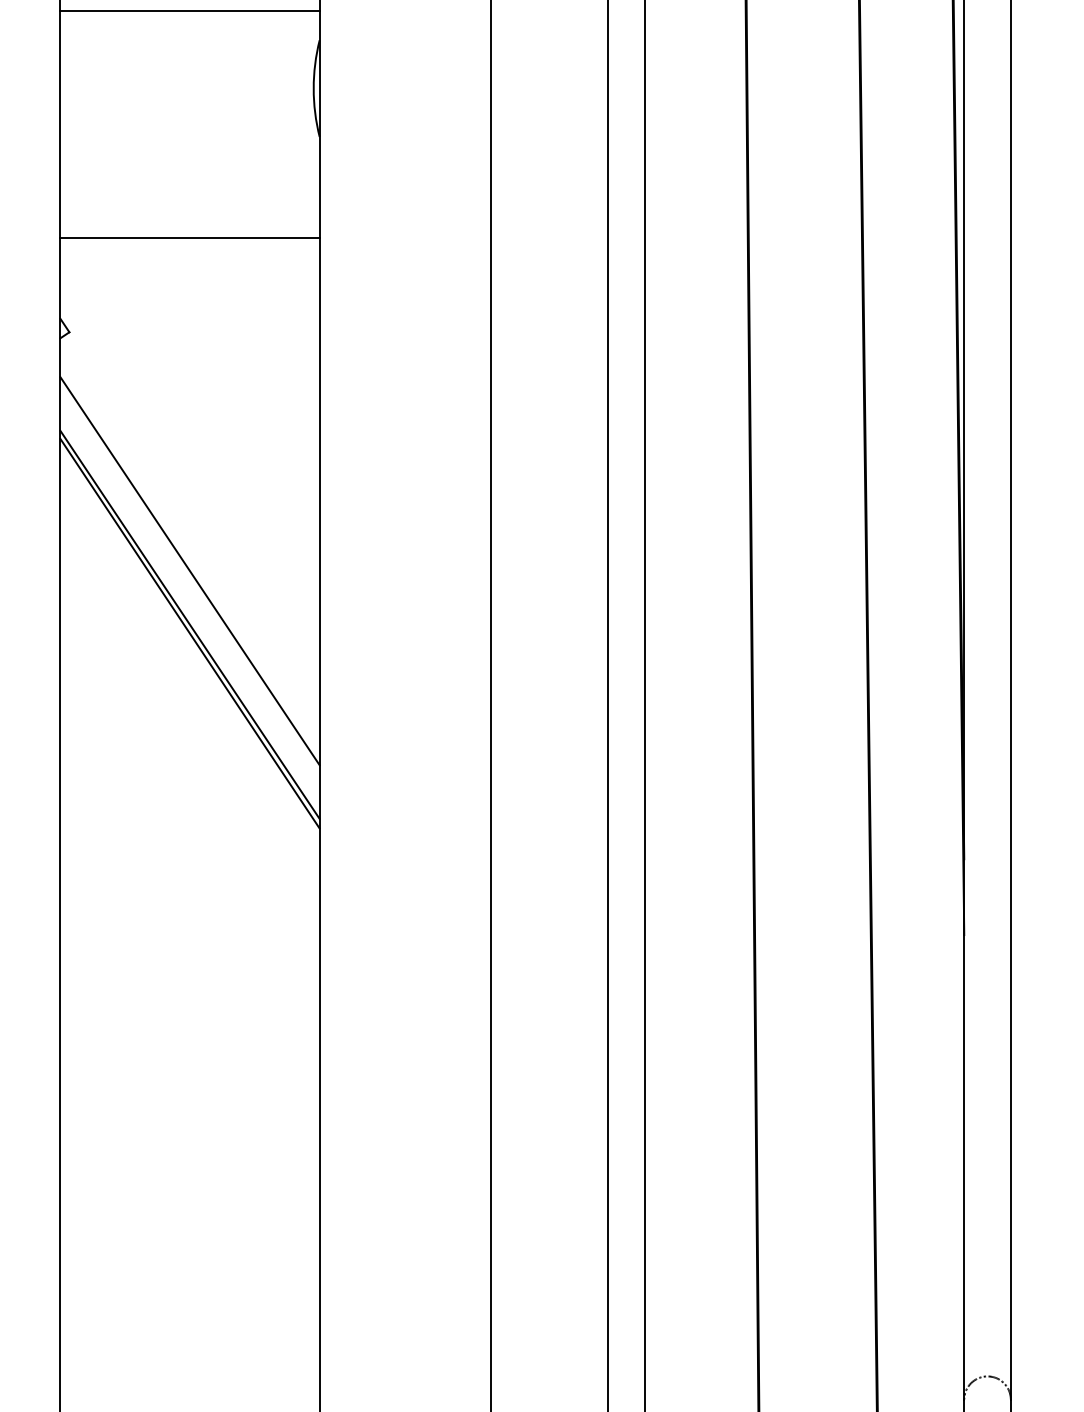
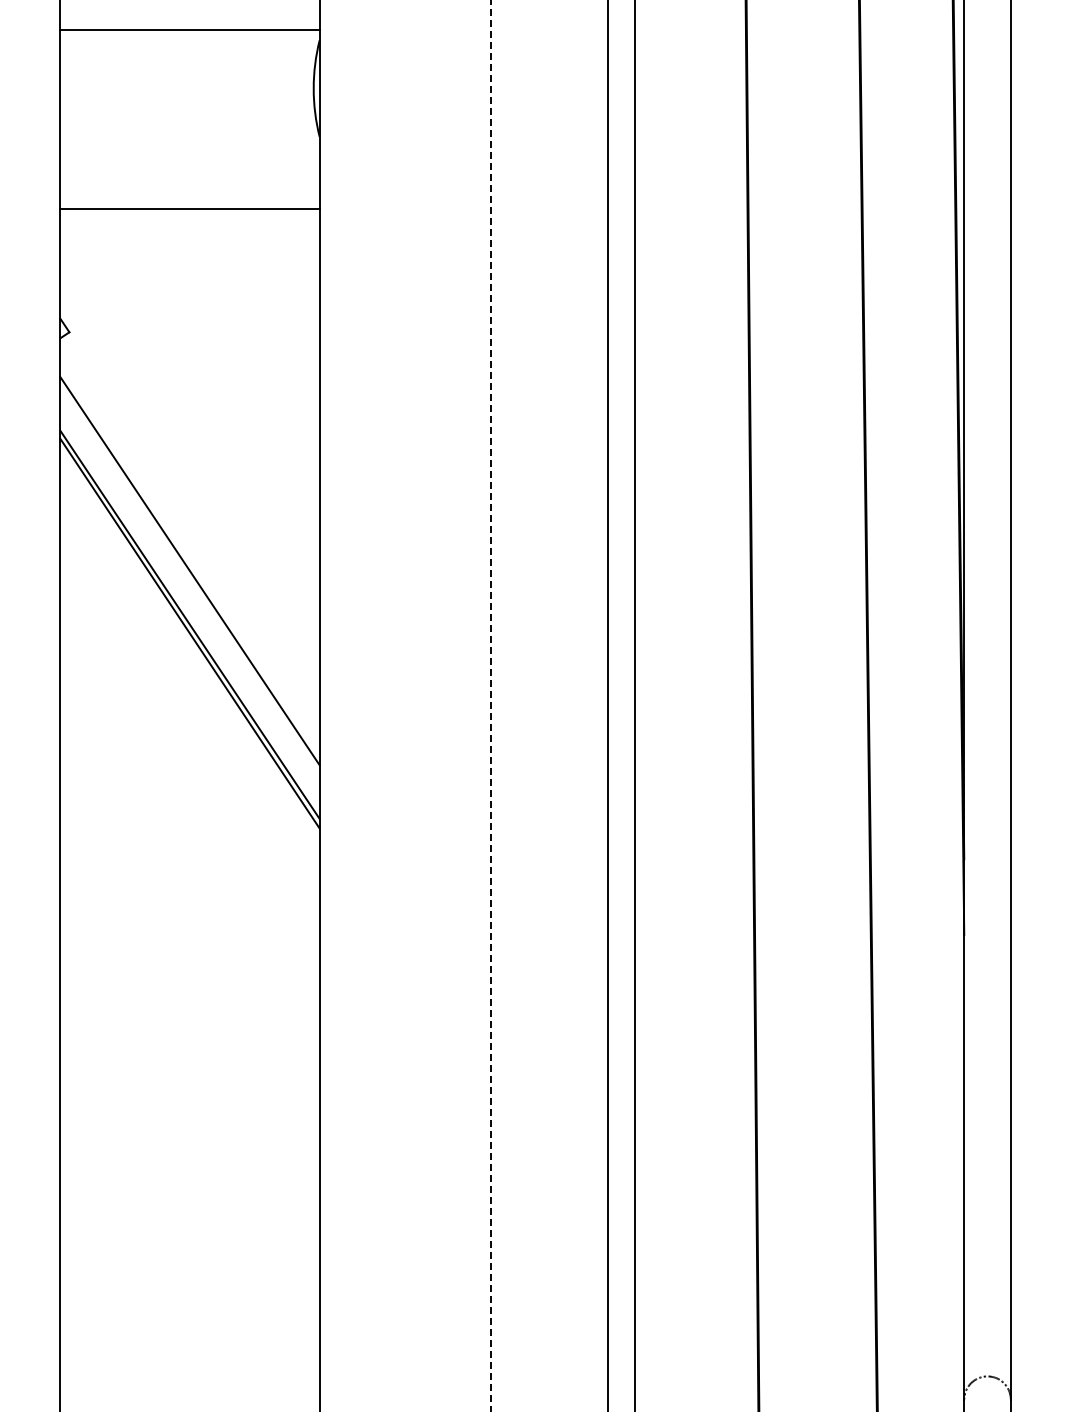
line at (189, 11) position: (189, 11) -> (189, 30)
line at (189, 237) position: (189, 237) -> (189, 208)
line at (491, 705): solid -> dashed
line at (645, 705) position: (645, 705) -> (635, 705)
